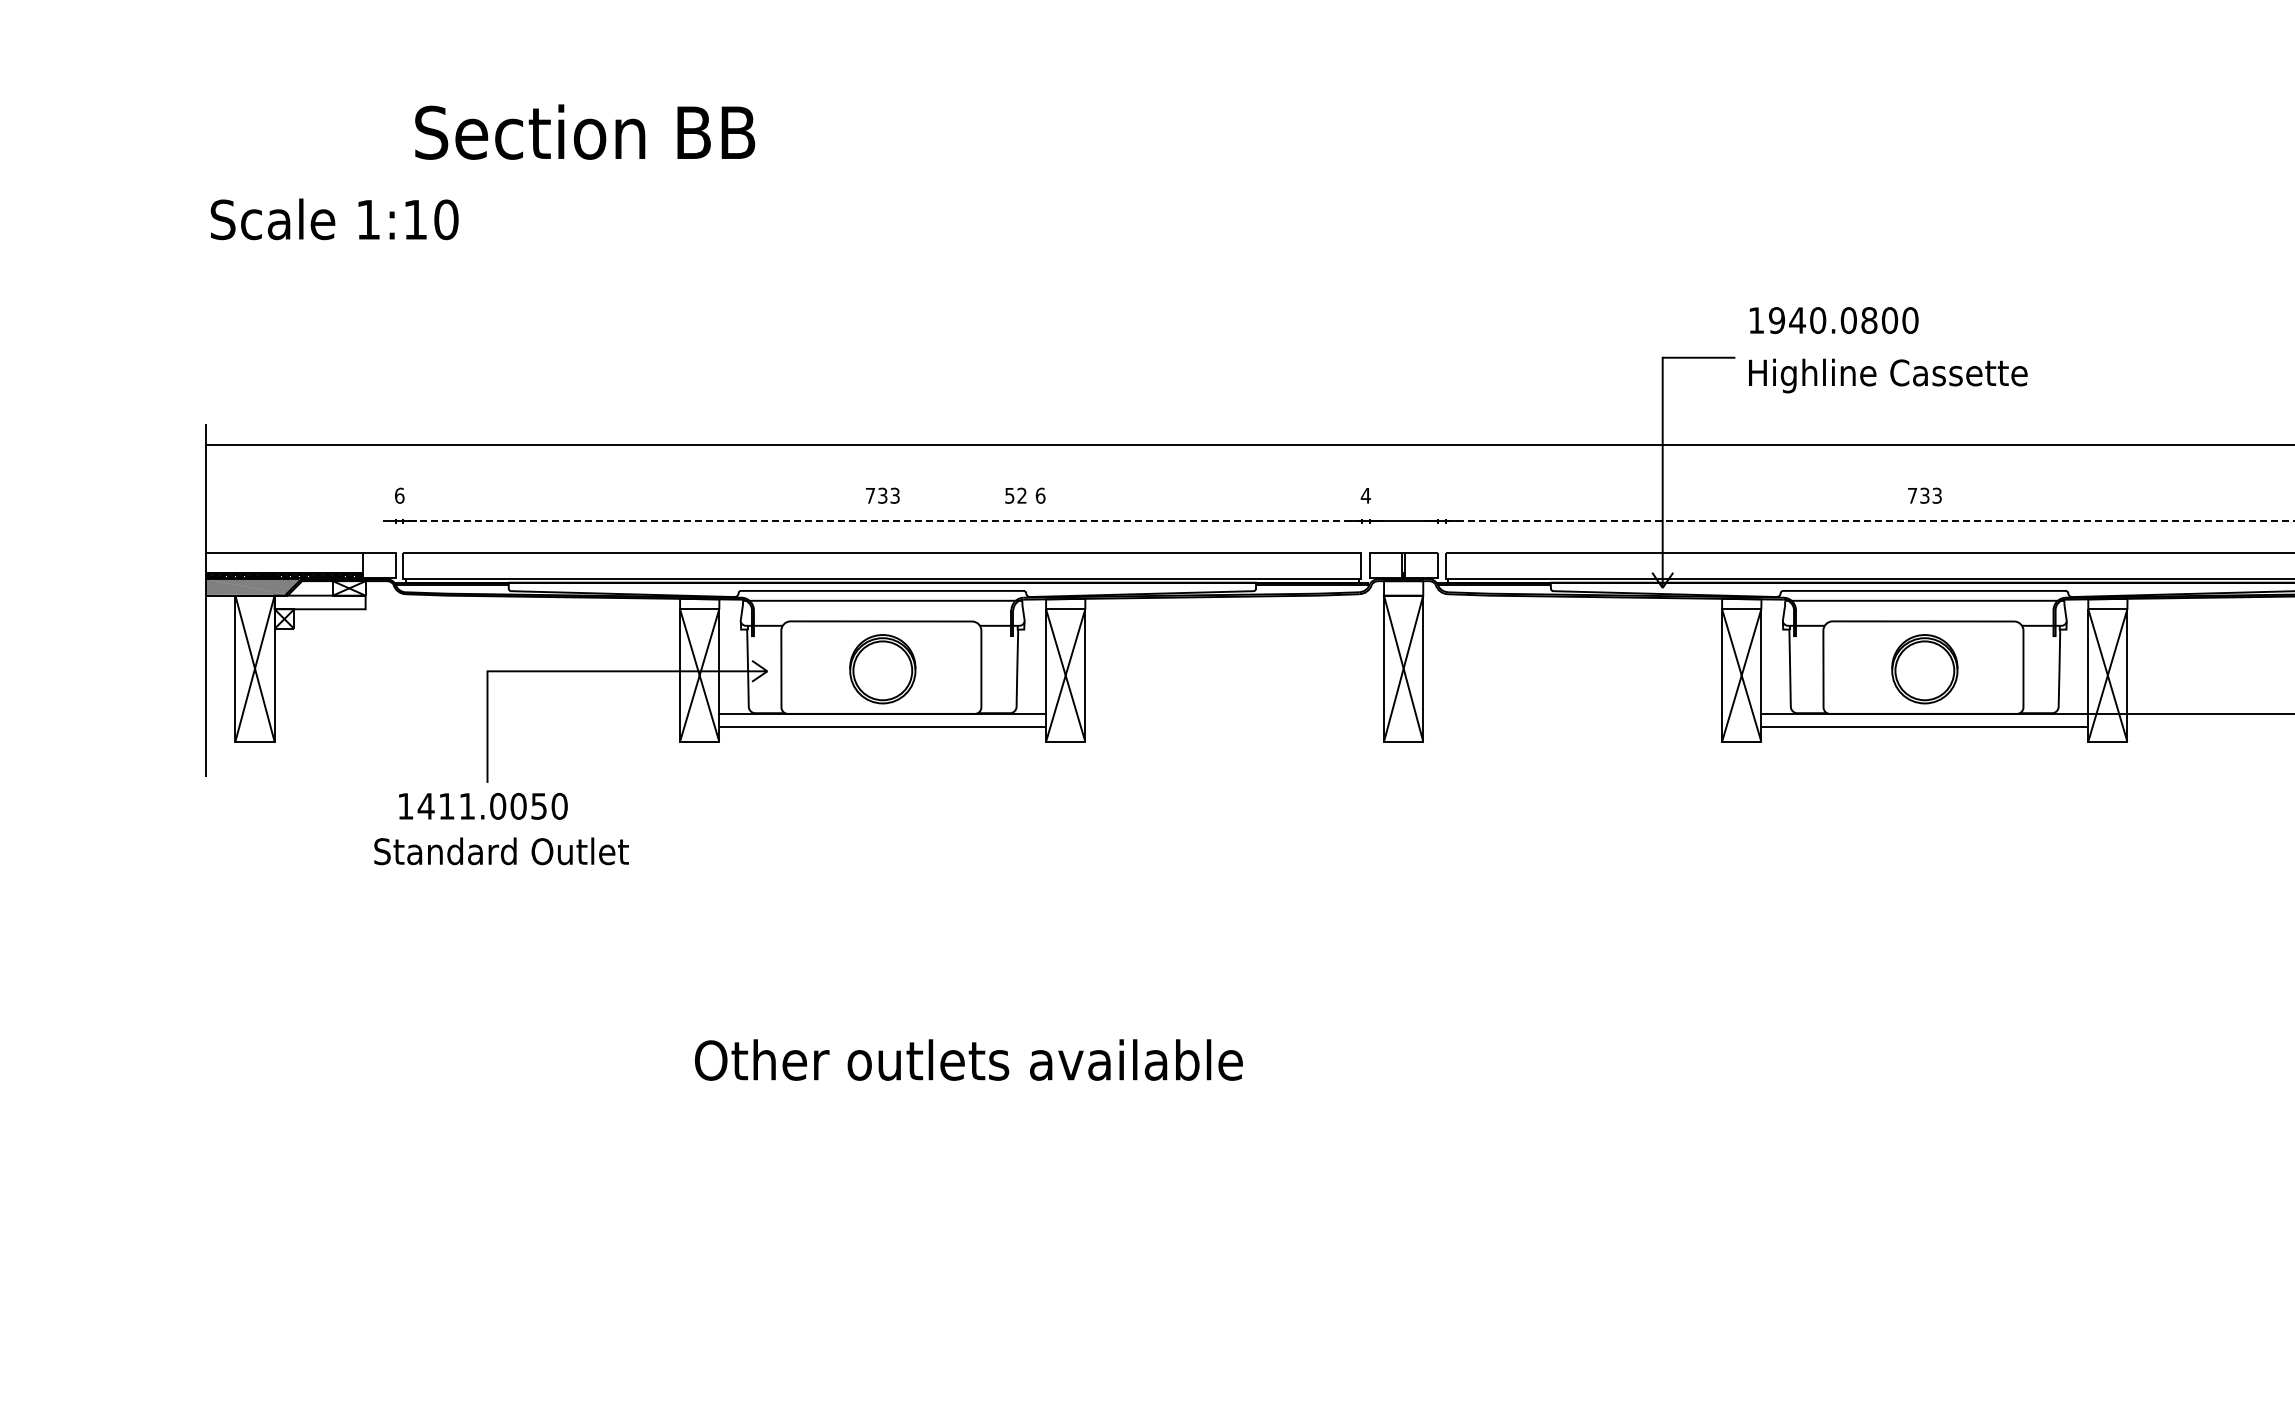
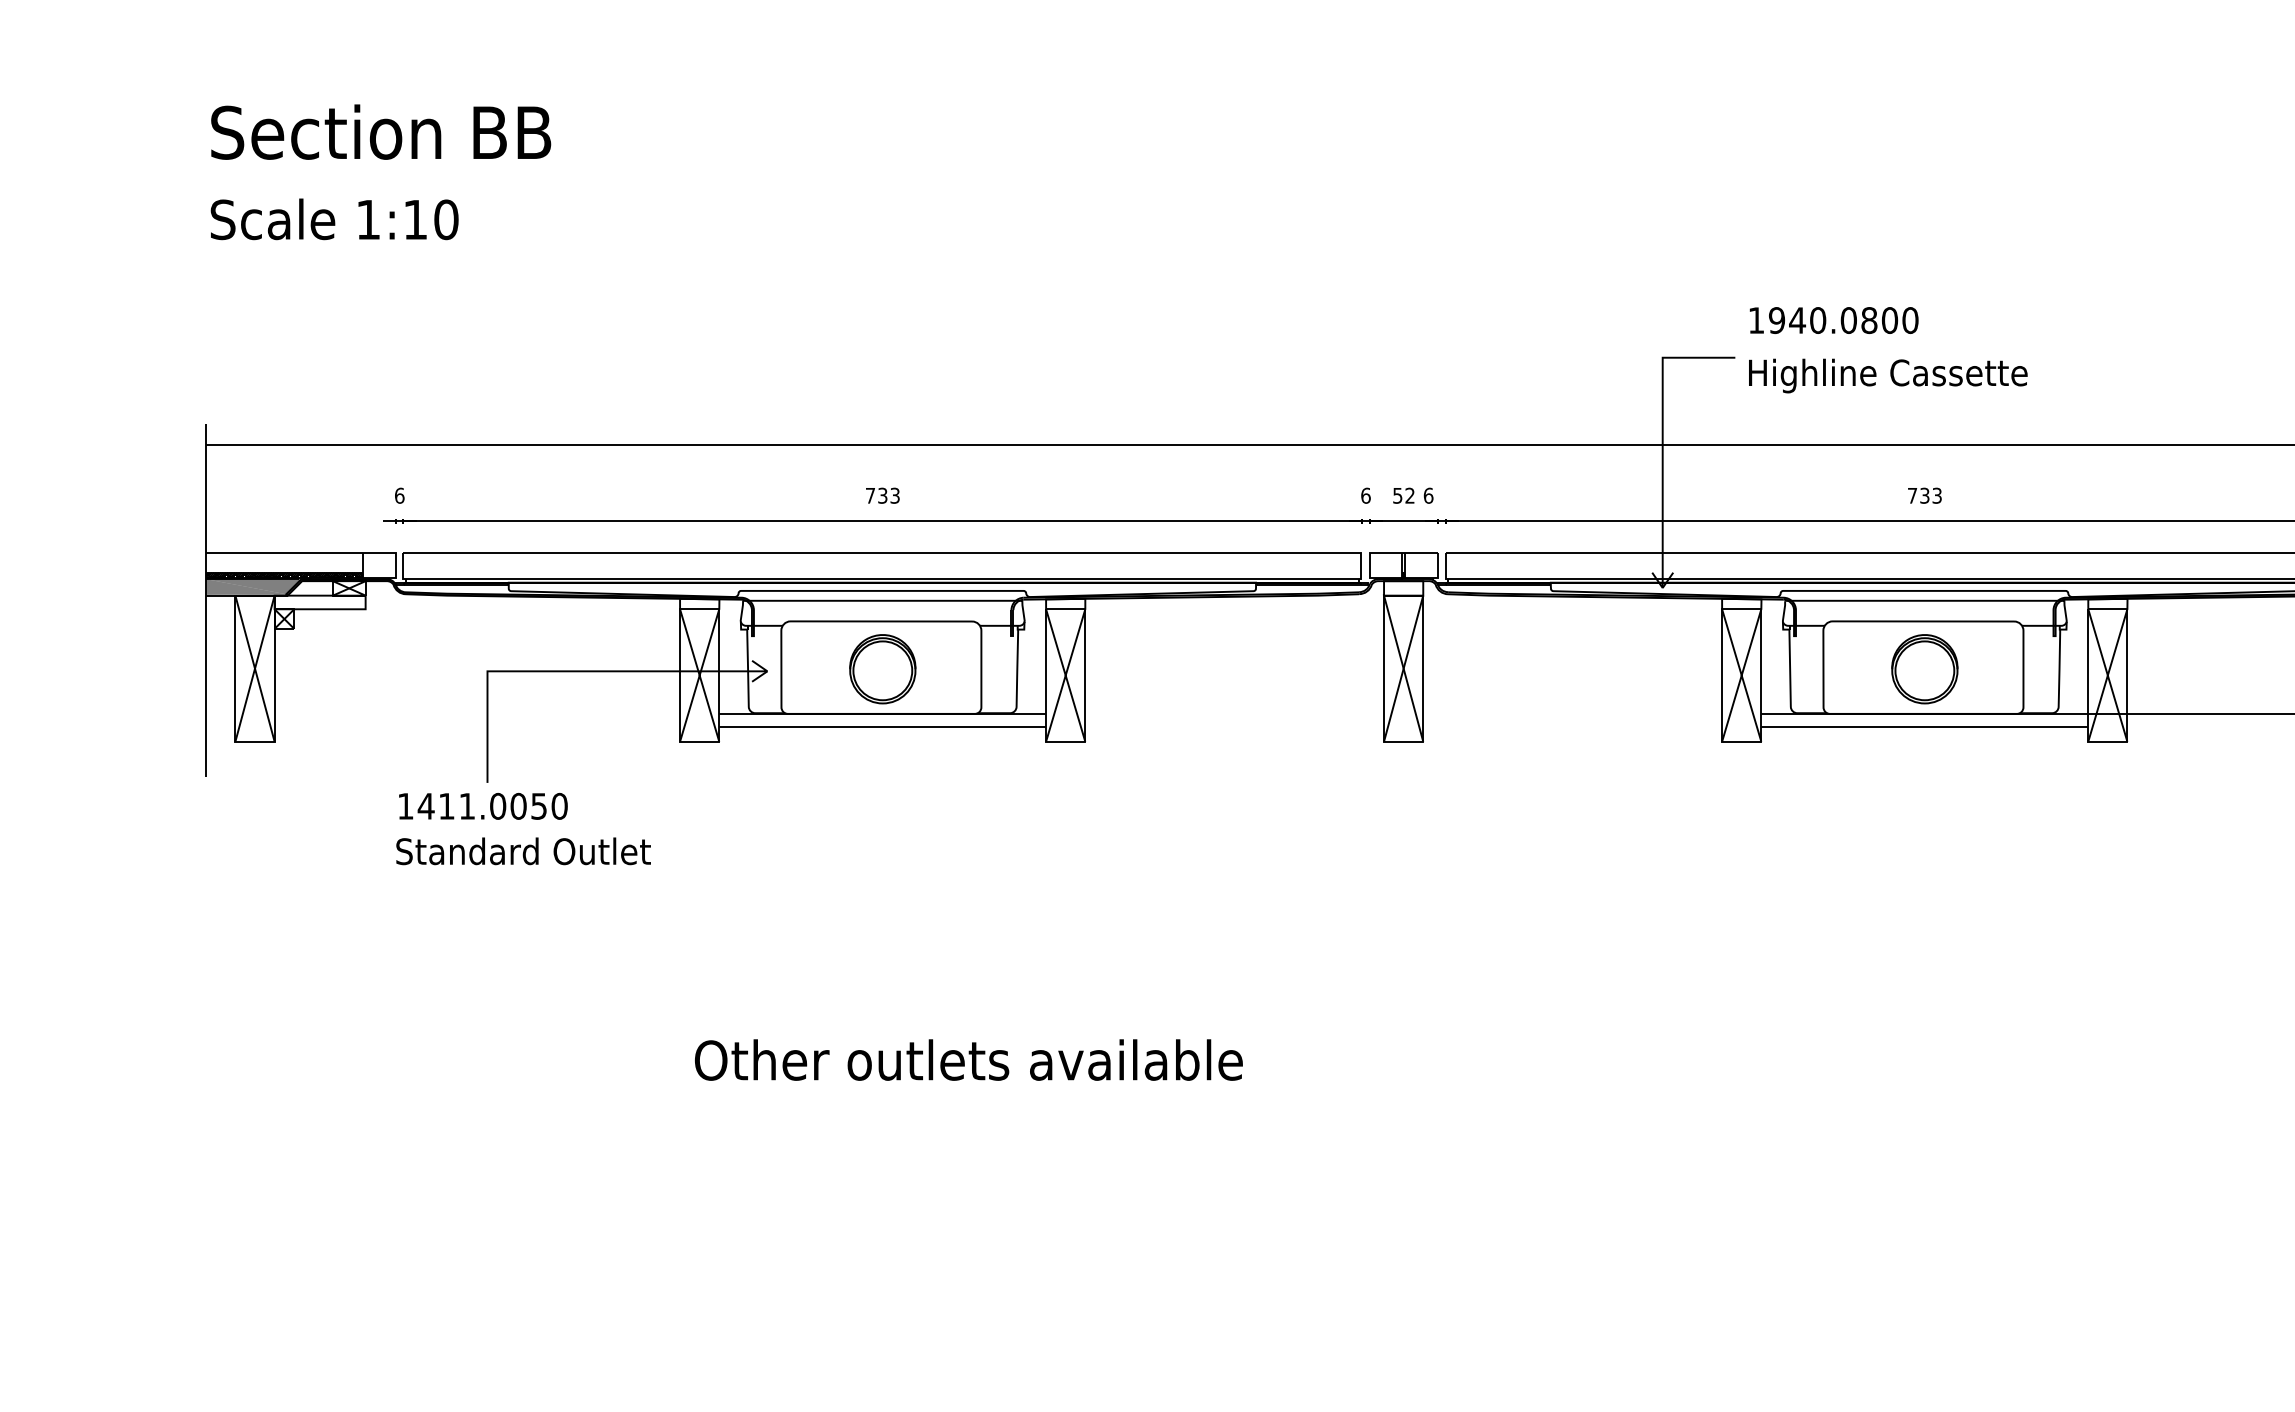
text at (585, 131) position: (585, 131) -> (381, 131)
text at (1025, 495) position: (1025, 495) -> (1413, 495)
text at (1365, 495): 4 -> 6
line at (882, 521): dashed -> solid
line at (1870, 521): dashed -> solid
text at (501, 851) position: (501, 851) -> (523, 851)
